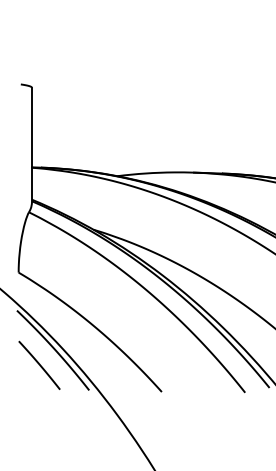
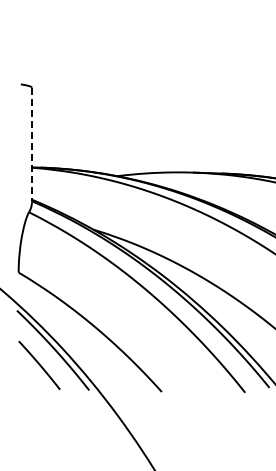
line at (31, 145): solid -> dashed
